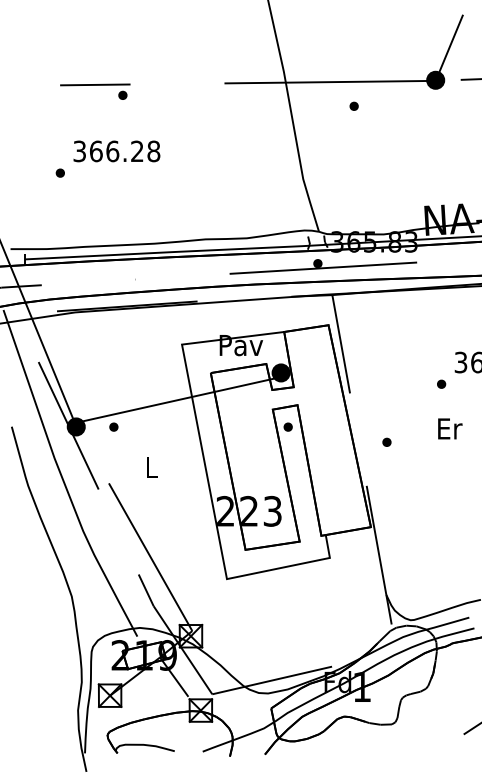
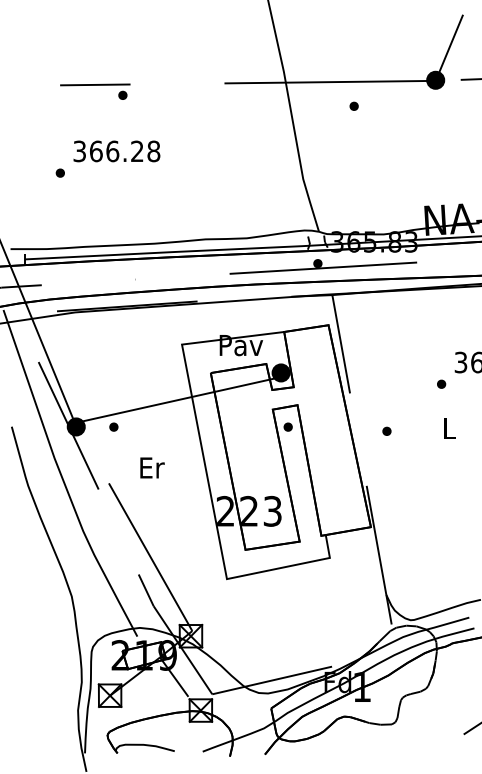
text at (450, 428): Er -> L
part at (386, 441) position: (386, 441) -> (386, 430)
text at (152, 467): L -> Er
